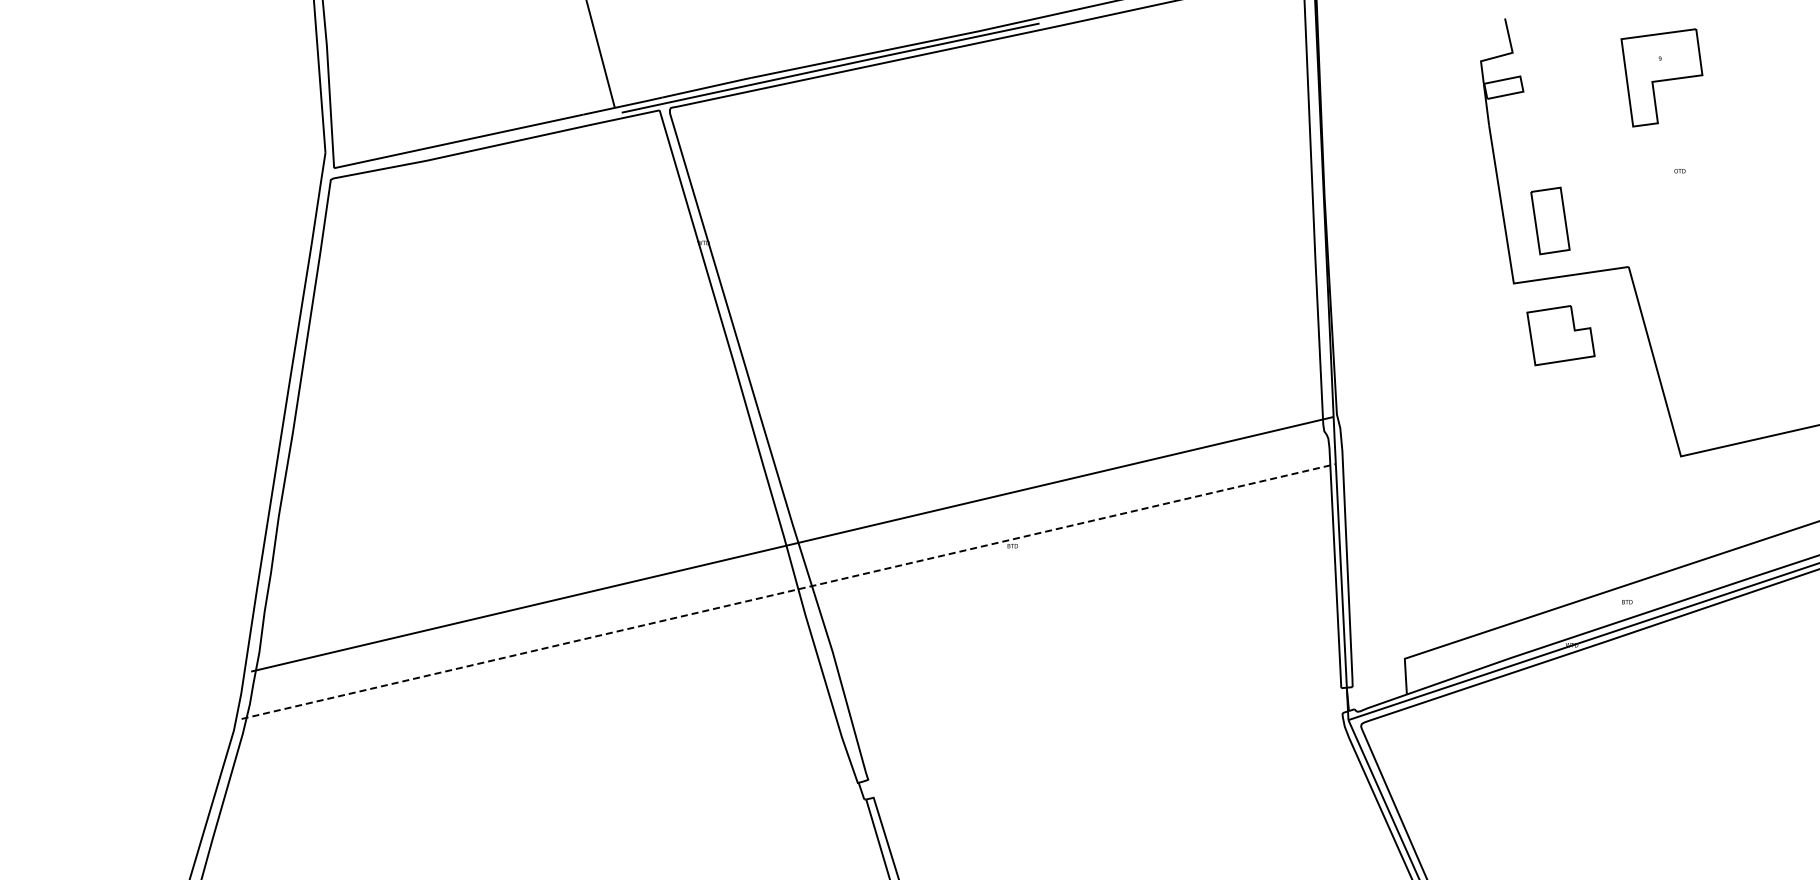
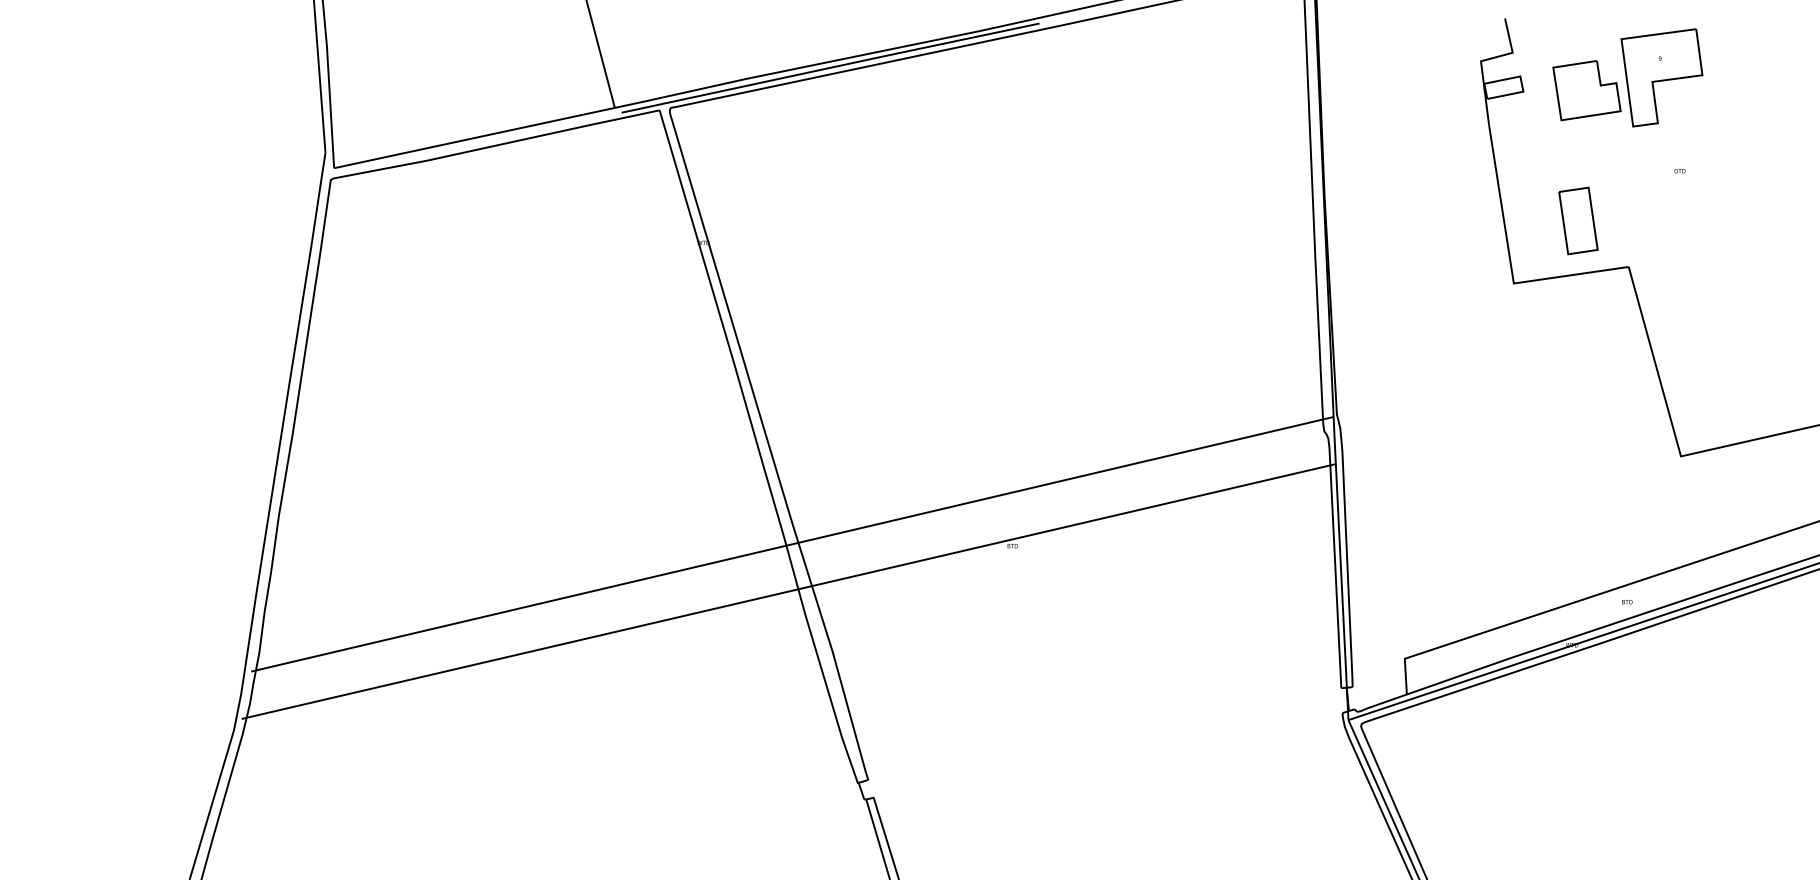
part at (1550, 220) position: (1550, 220) -> (1578, 220)
part at (1560, 335) position: (1560, 335) -> (1586, 90)
line at (788, 591): dashed -> solid
